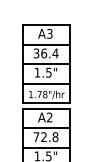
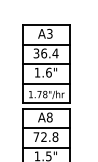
text at (48, 72): 1.5" -> 1.6"
text at (49, 117): A2 -> A8
